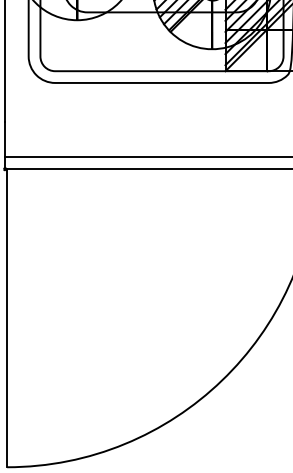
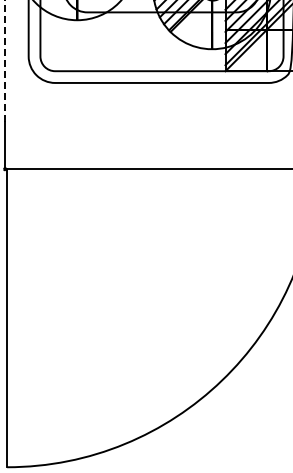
line at (5, 61): solid -> dashed
line at (147, 157): present -> none
